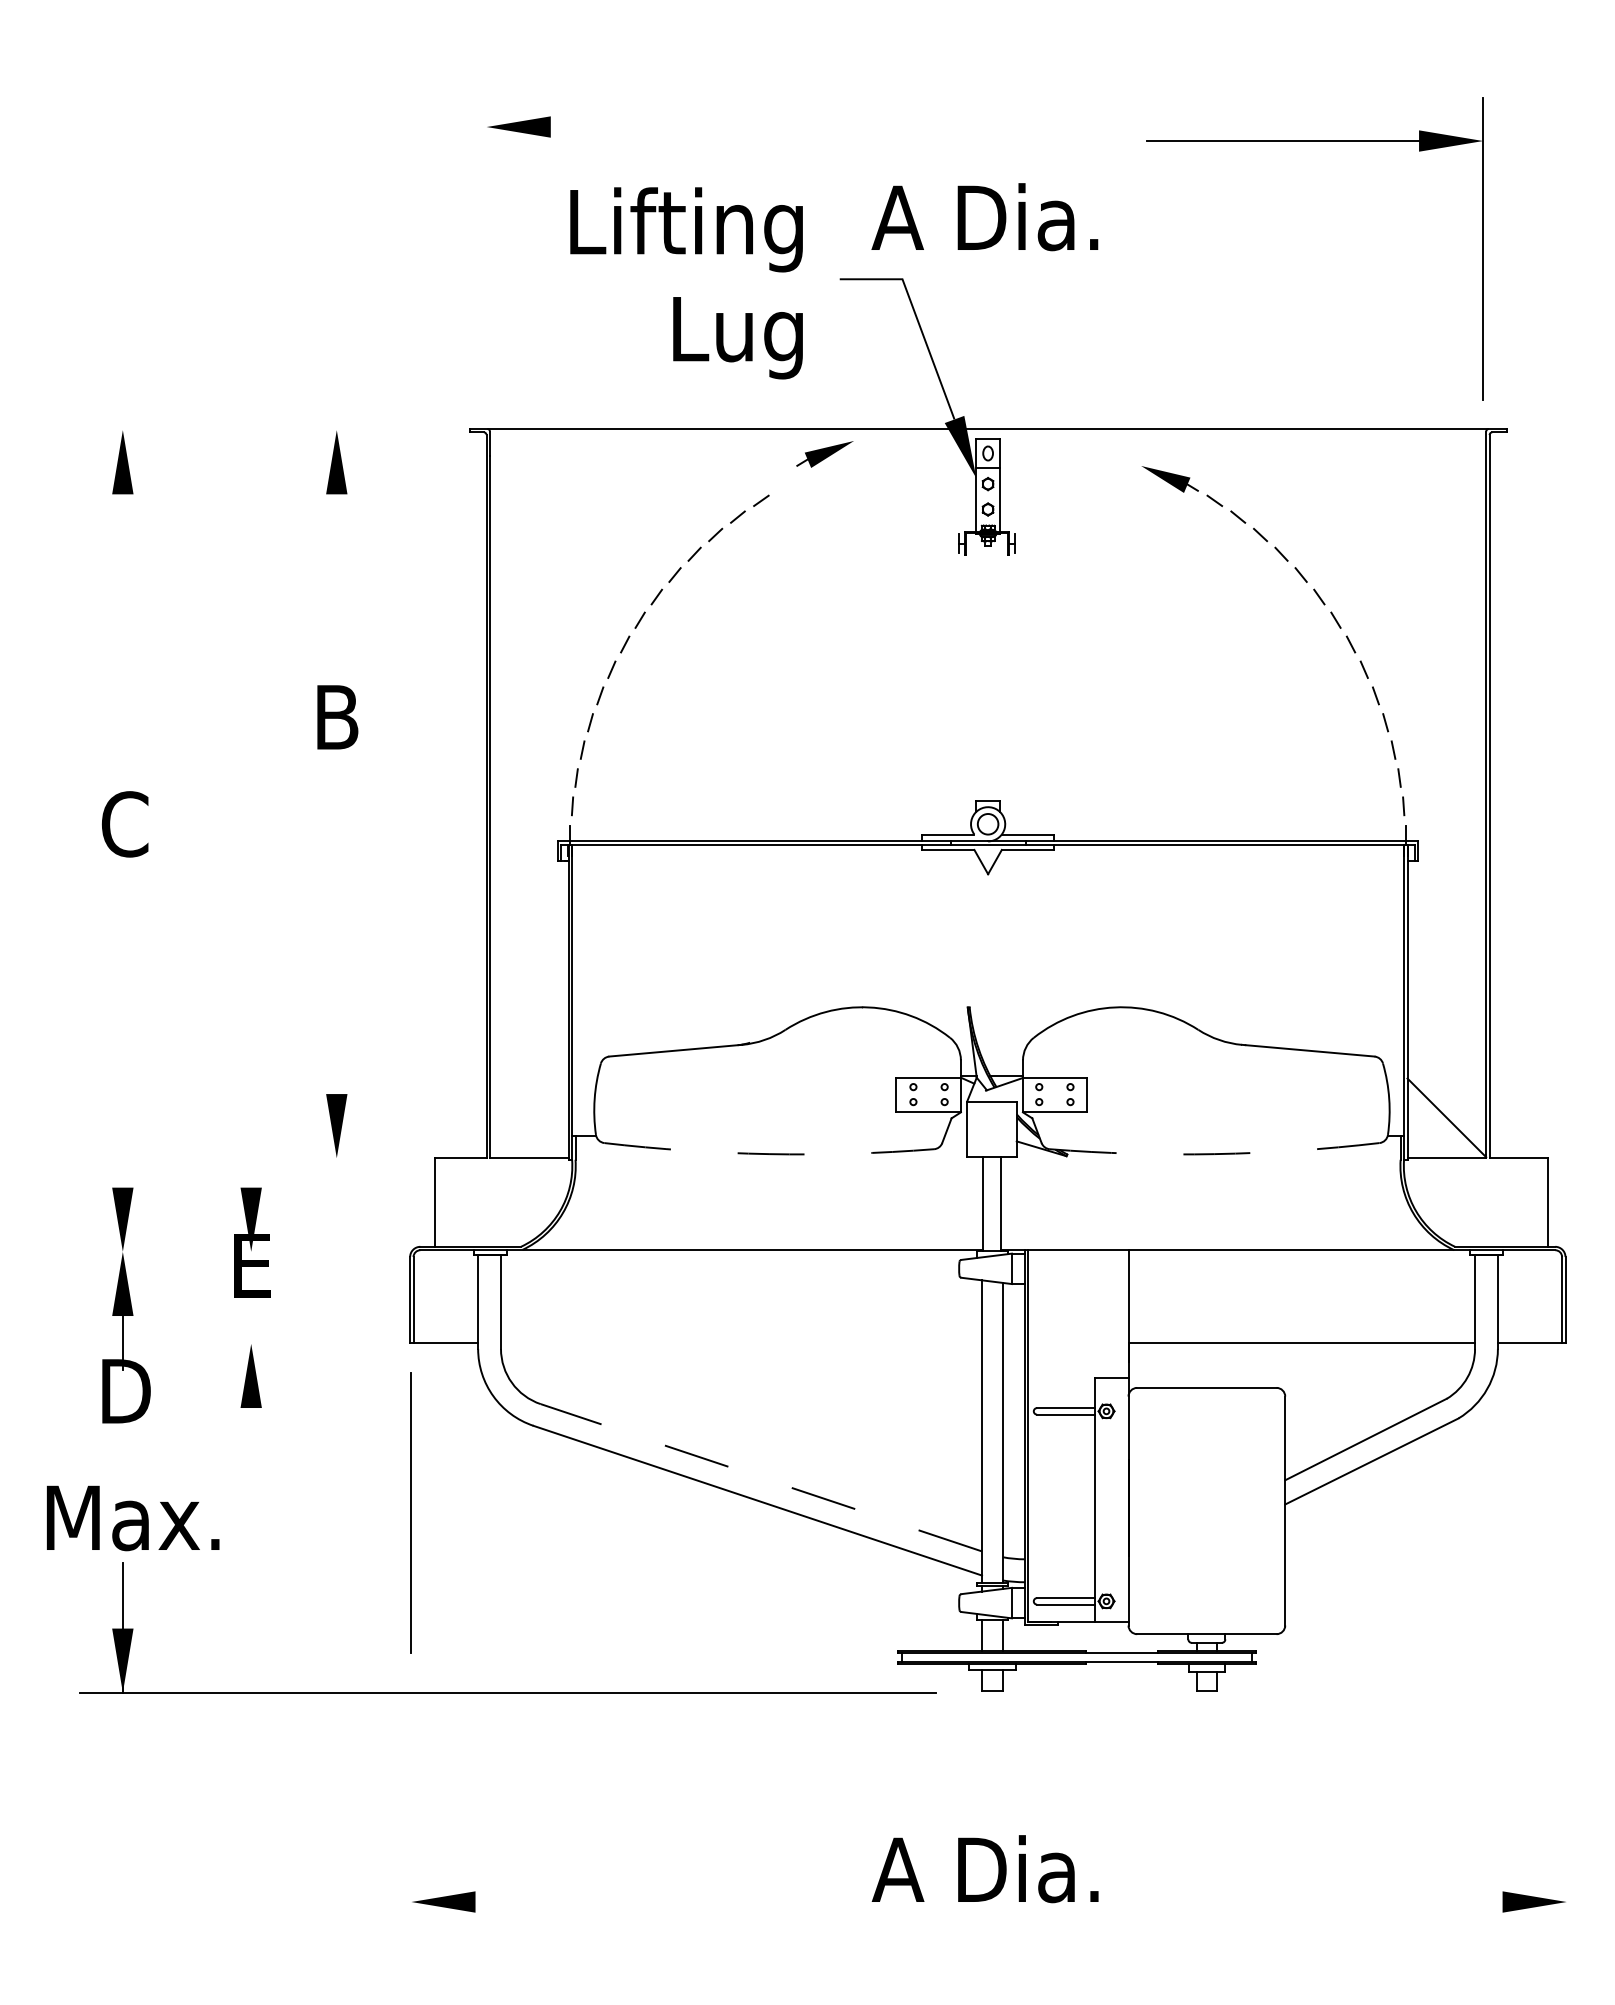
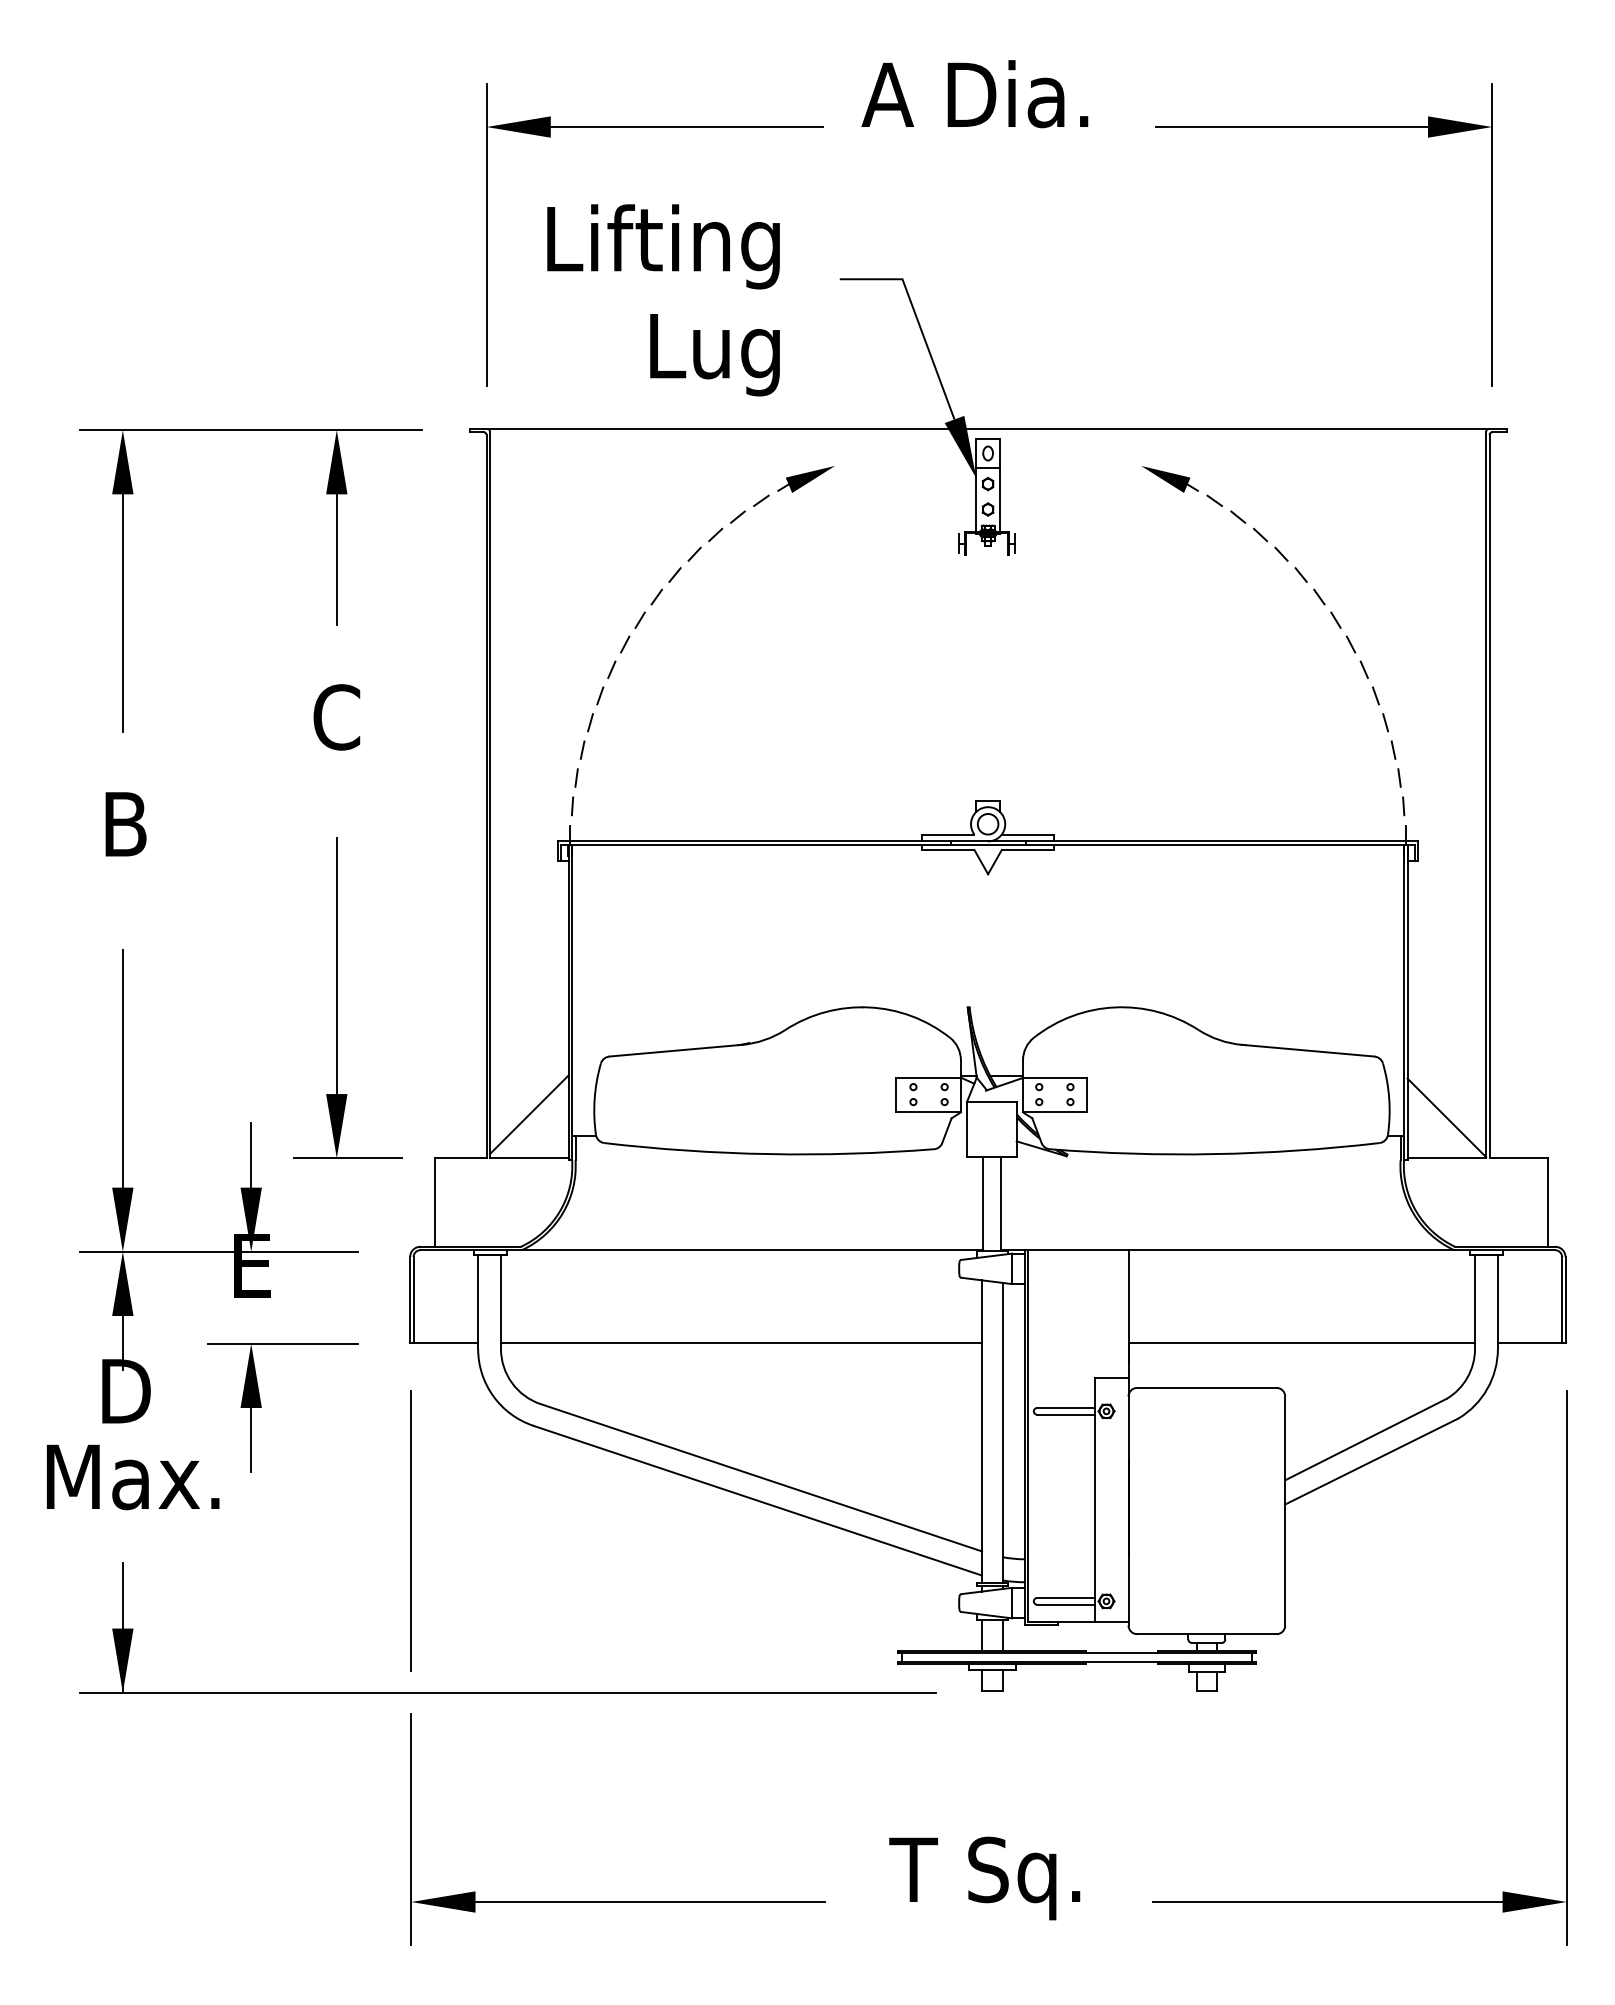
line at (686, 127): none -> present
part at (1314, 141) position: (1314, 141) -> (1323, 127)
text at (984, 217) position: (984, 217) -> (974, 94)
line at (486, 234): none -> present
text at (686, 283) position: (686, 283) -> (663, 300)
line at (251, 430): none -> present
part at (824, 454) position: (824, 454) -> (805, 479)
line at (336, 559): none -> present
line at (122, 613): none -> present
text at (336, 717): B -> C
text at (124, 824): C -> B
line at (336, 966): none -> present
line at (122, 1068): none -> present
line at (528, 1114): none -> present
arc at (769, 1154): dashed -> solid
arc at (1214, 1154): dashed -> solid
line at (251, 1155): none -> present
line at (347, 1158): none -> present
line at (219, 1251): none -> present
line at (283, 1343): none -> present
line at (741, 1343): none -> present
line at (251, 1440): none -> present
line at (761, 1477): dashed -> solid
line at (410, 1512) position: (410, 1512) -> (410, 1530)
text at (133, 1518) position: (133, 1518) -> (133, 1477)
line at (1566, 1667): none -> present
line at (411, 1829): none -> present
text at (984, 1877): A Dia. -> T Sq.
line at (649, 1902): none -> present
line at (1327, 1902): none -> present
